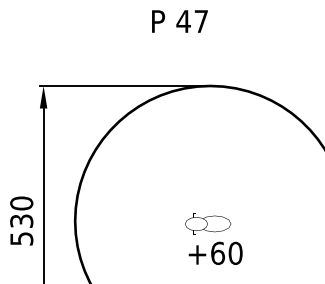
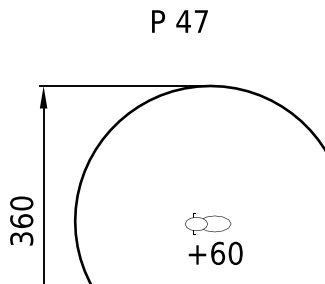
text at (21, 229): 530 -> 360
